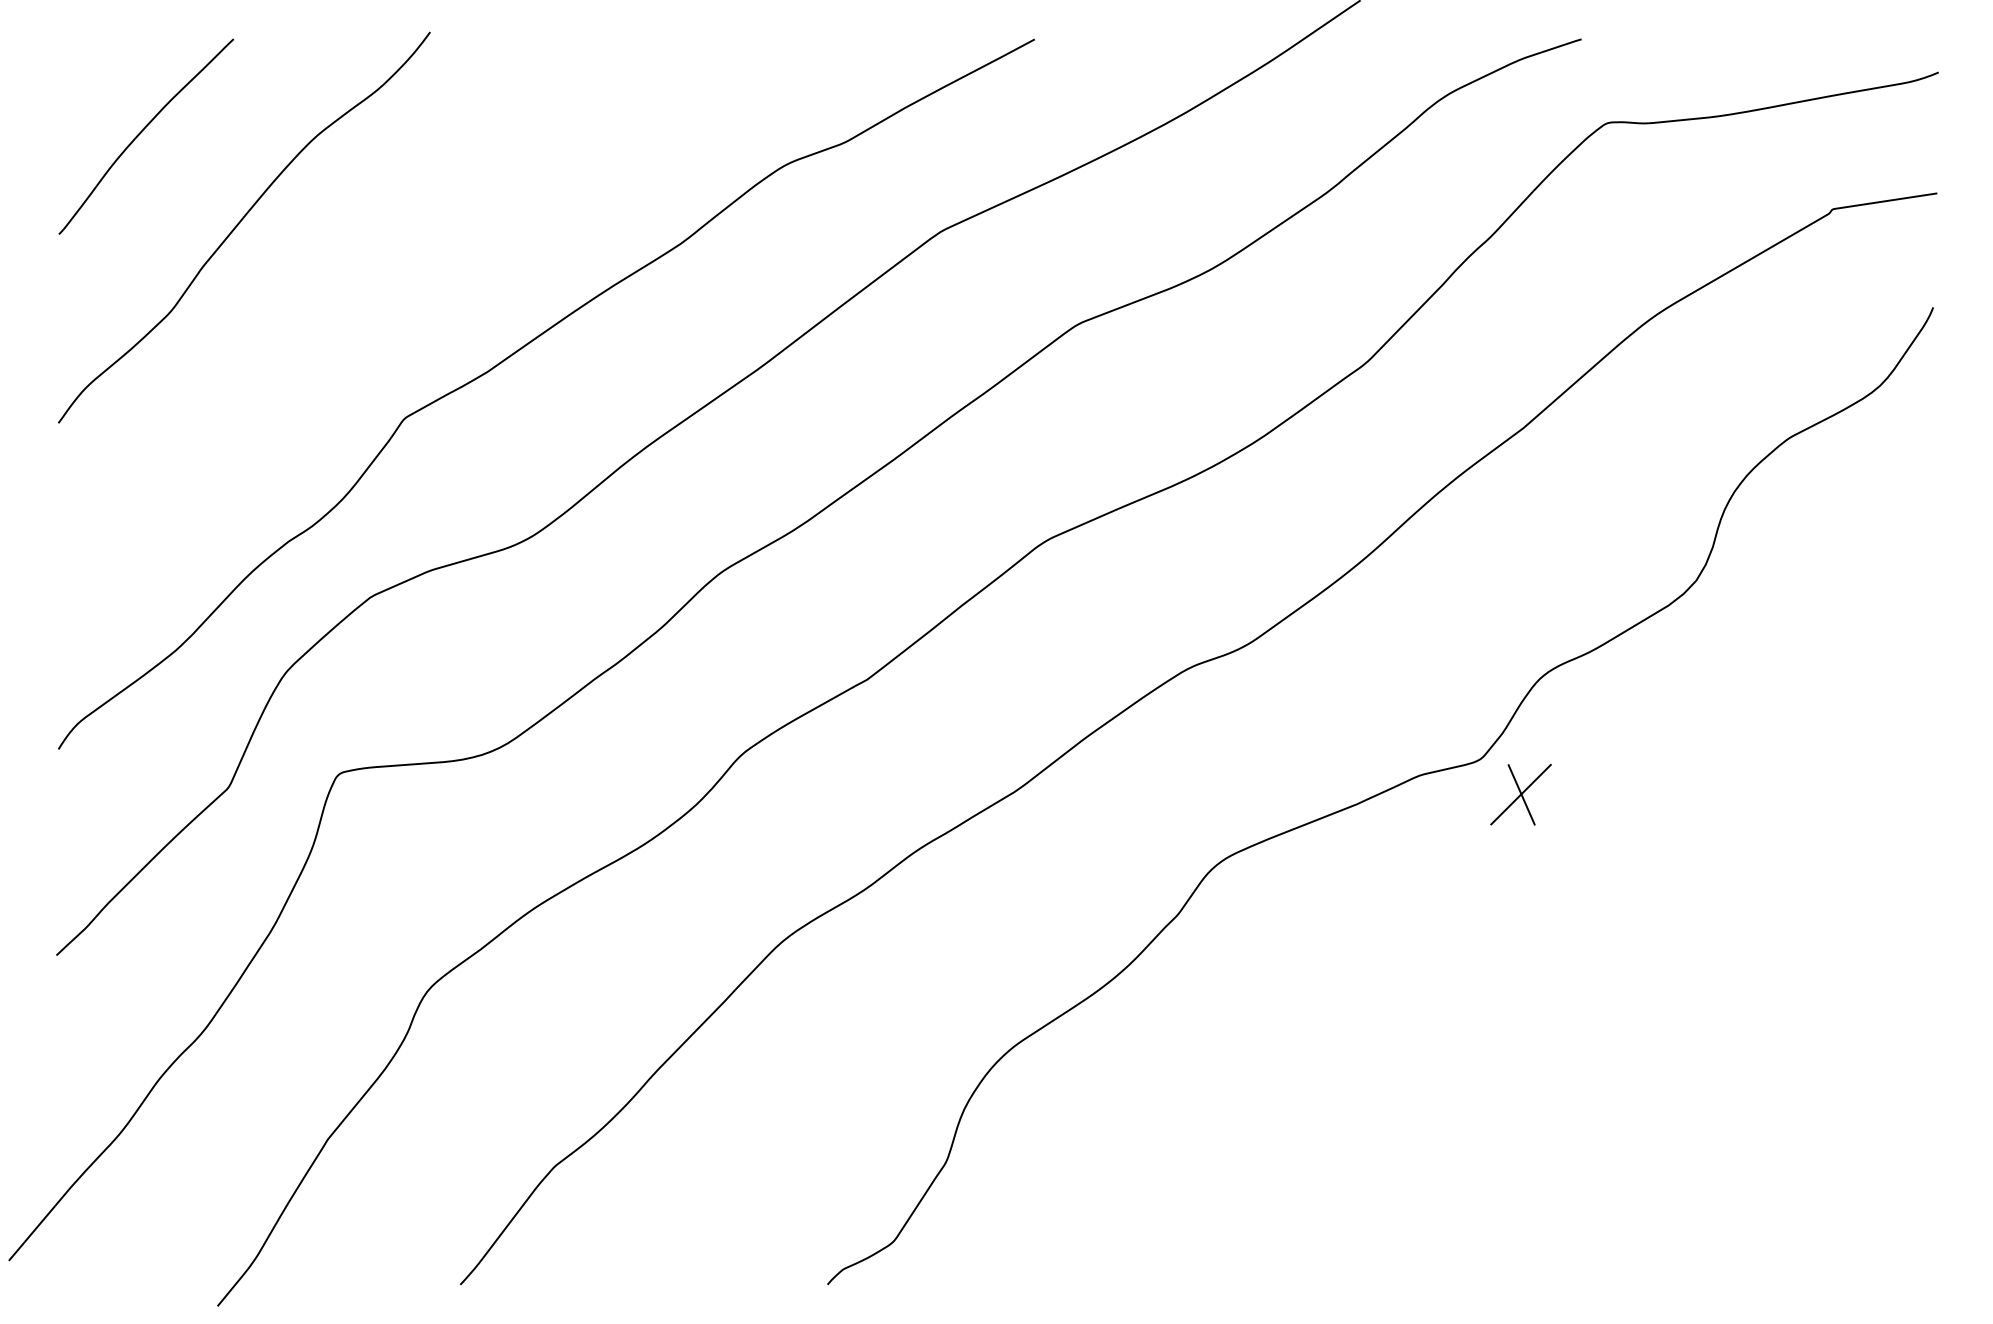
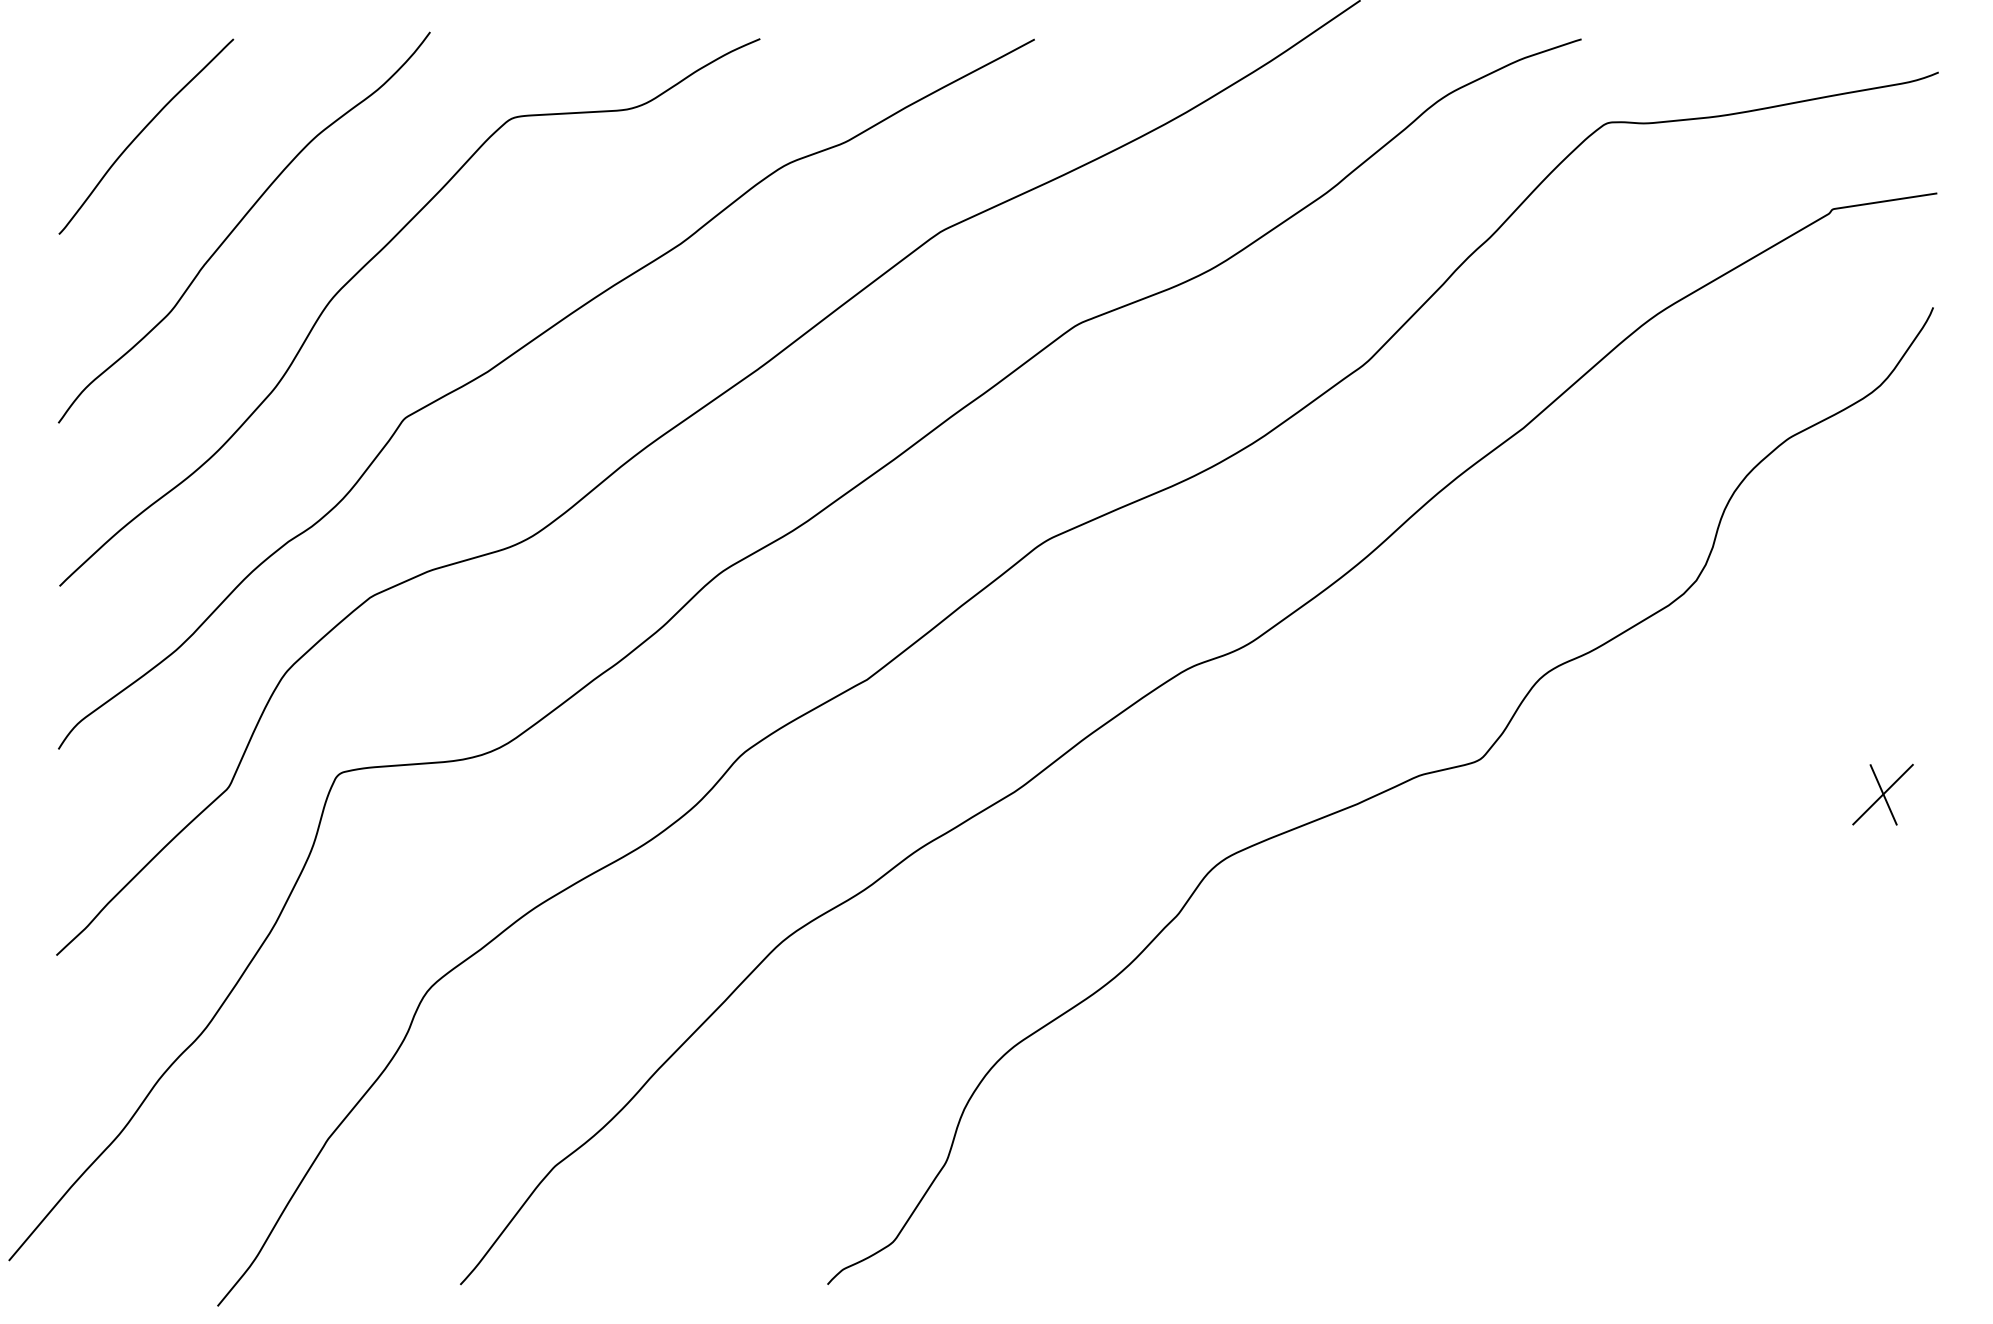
curve at (364, 267): none -> present
part at (1520, 794) position: (1520, 794) -> (1882, 794)
